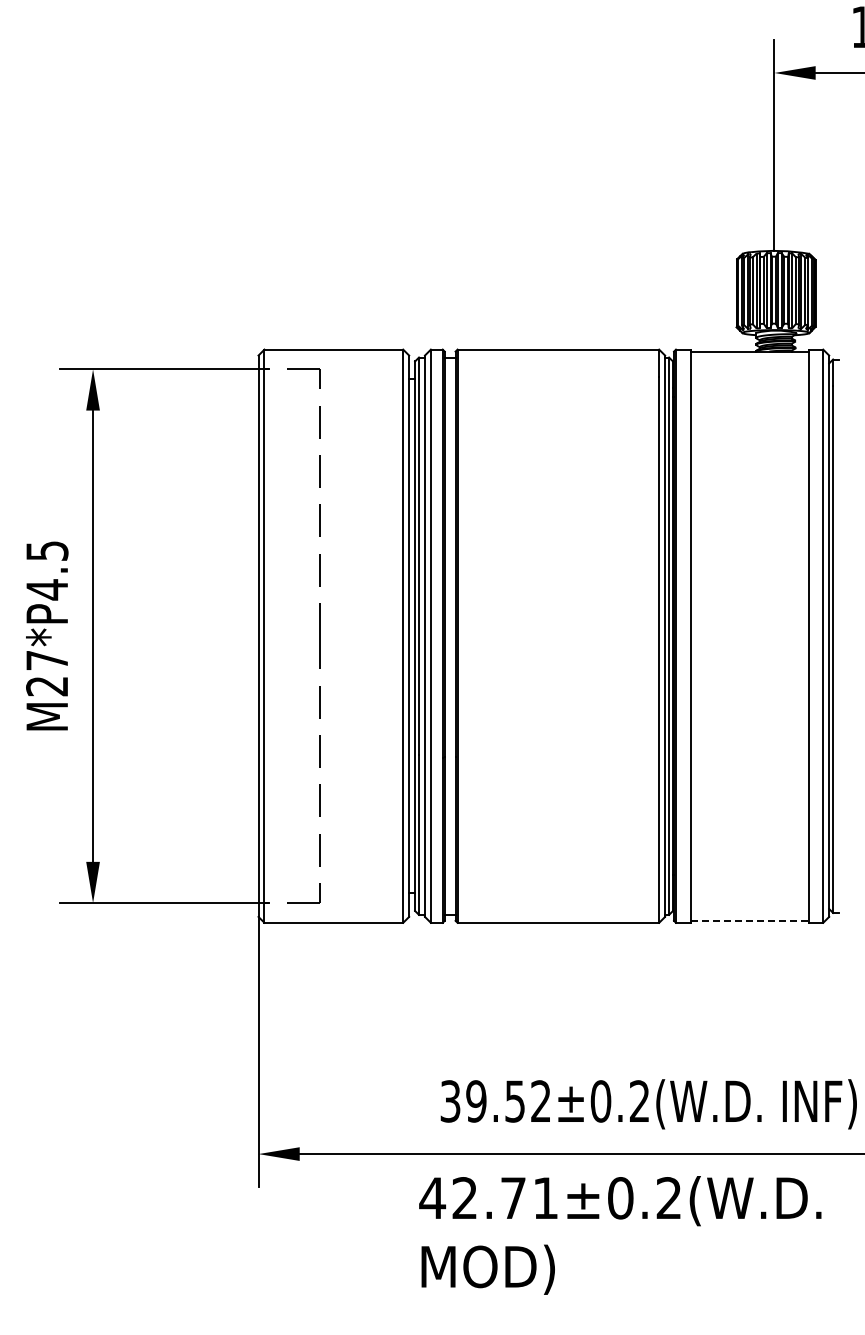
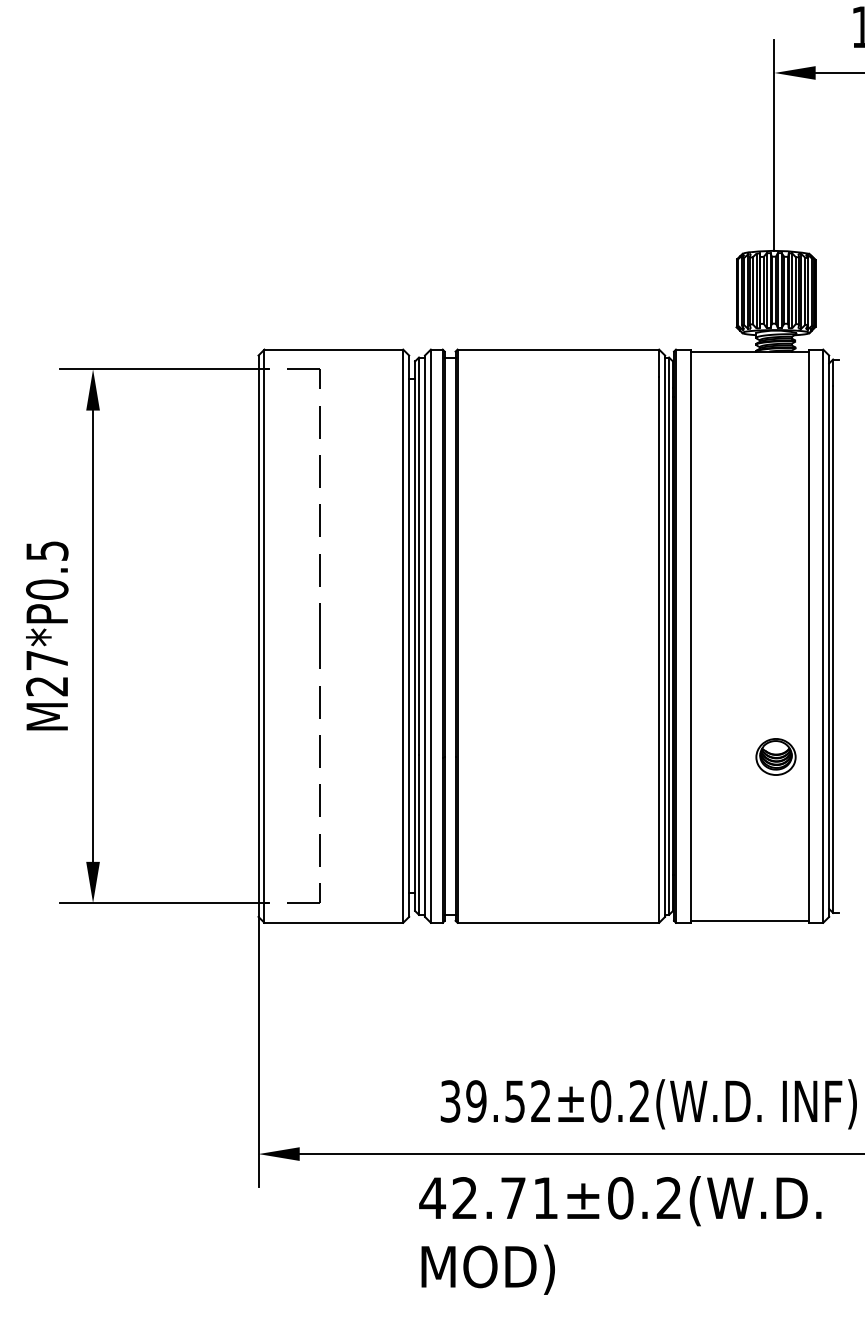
text at (47, 589): M27*P4.5 -> M27*P0.5
part at (775, 756): none -> present
line at (750, 920): dashed -> solid
